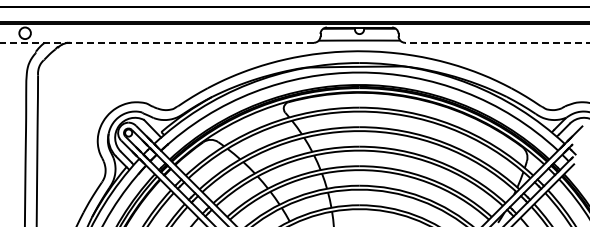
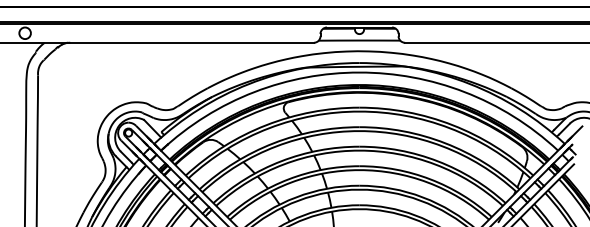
line at (157, 42): dashed -> solid
line at (496, 42): dashed -> solid
